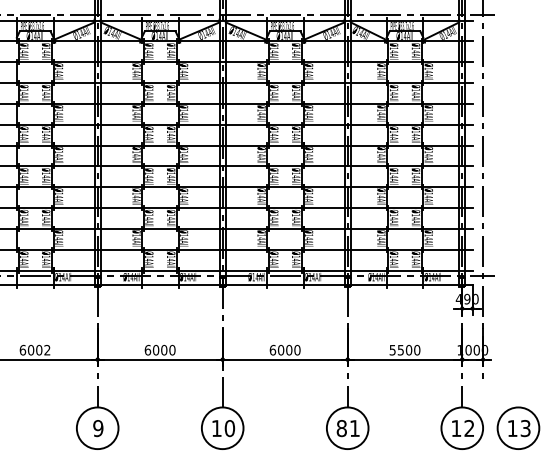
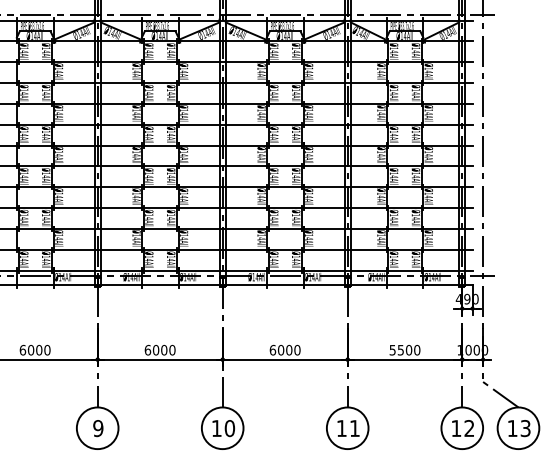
text at (47, 350): 6002 -> 6000
line at (500, 394): none -> present
text at (341, 428): 81 -> 11
